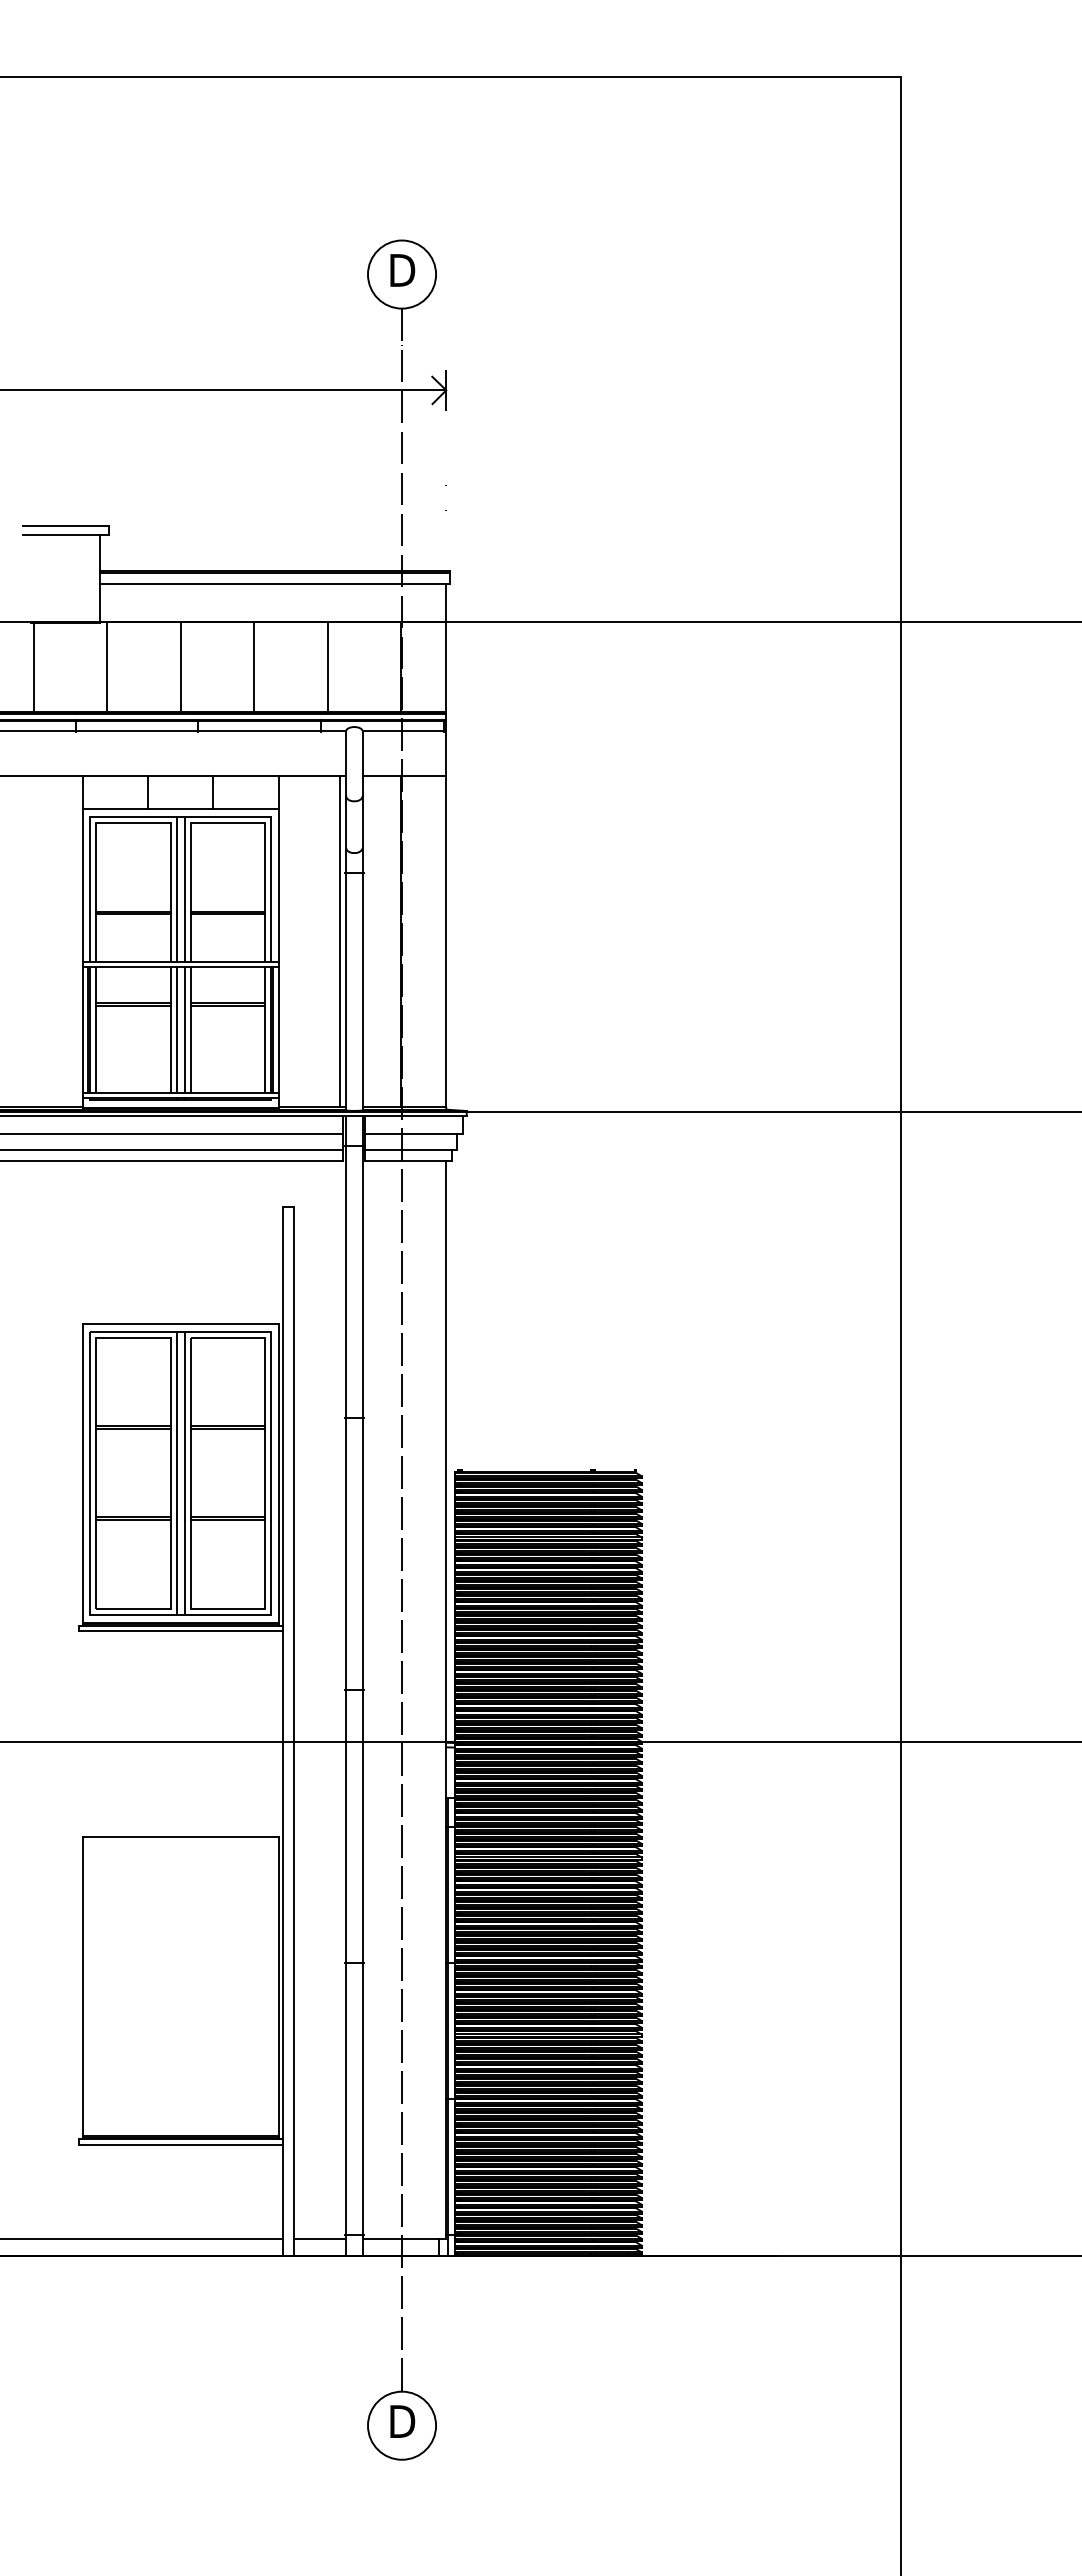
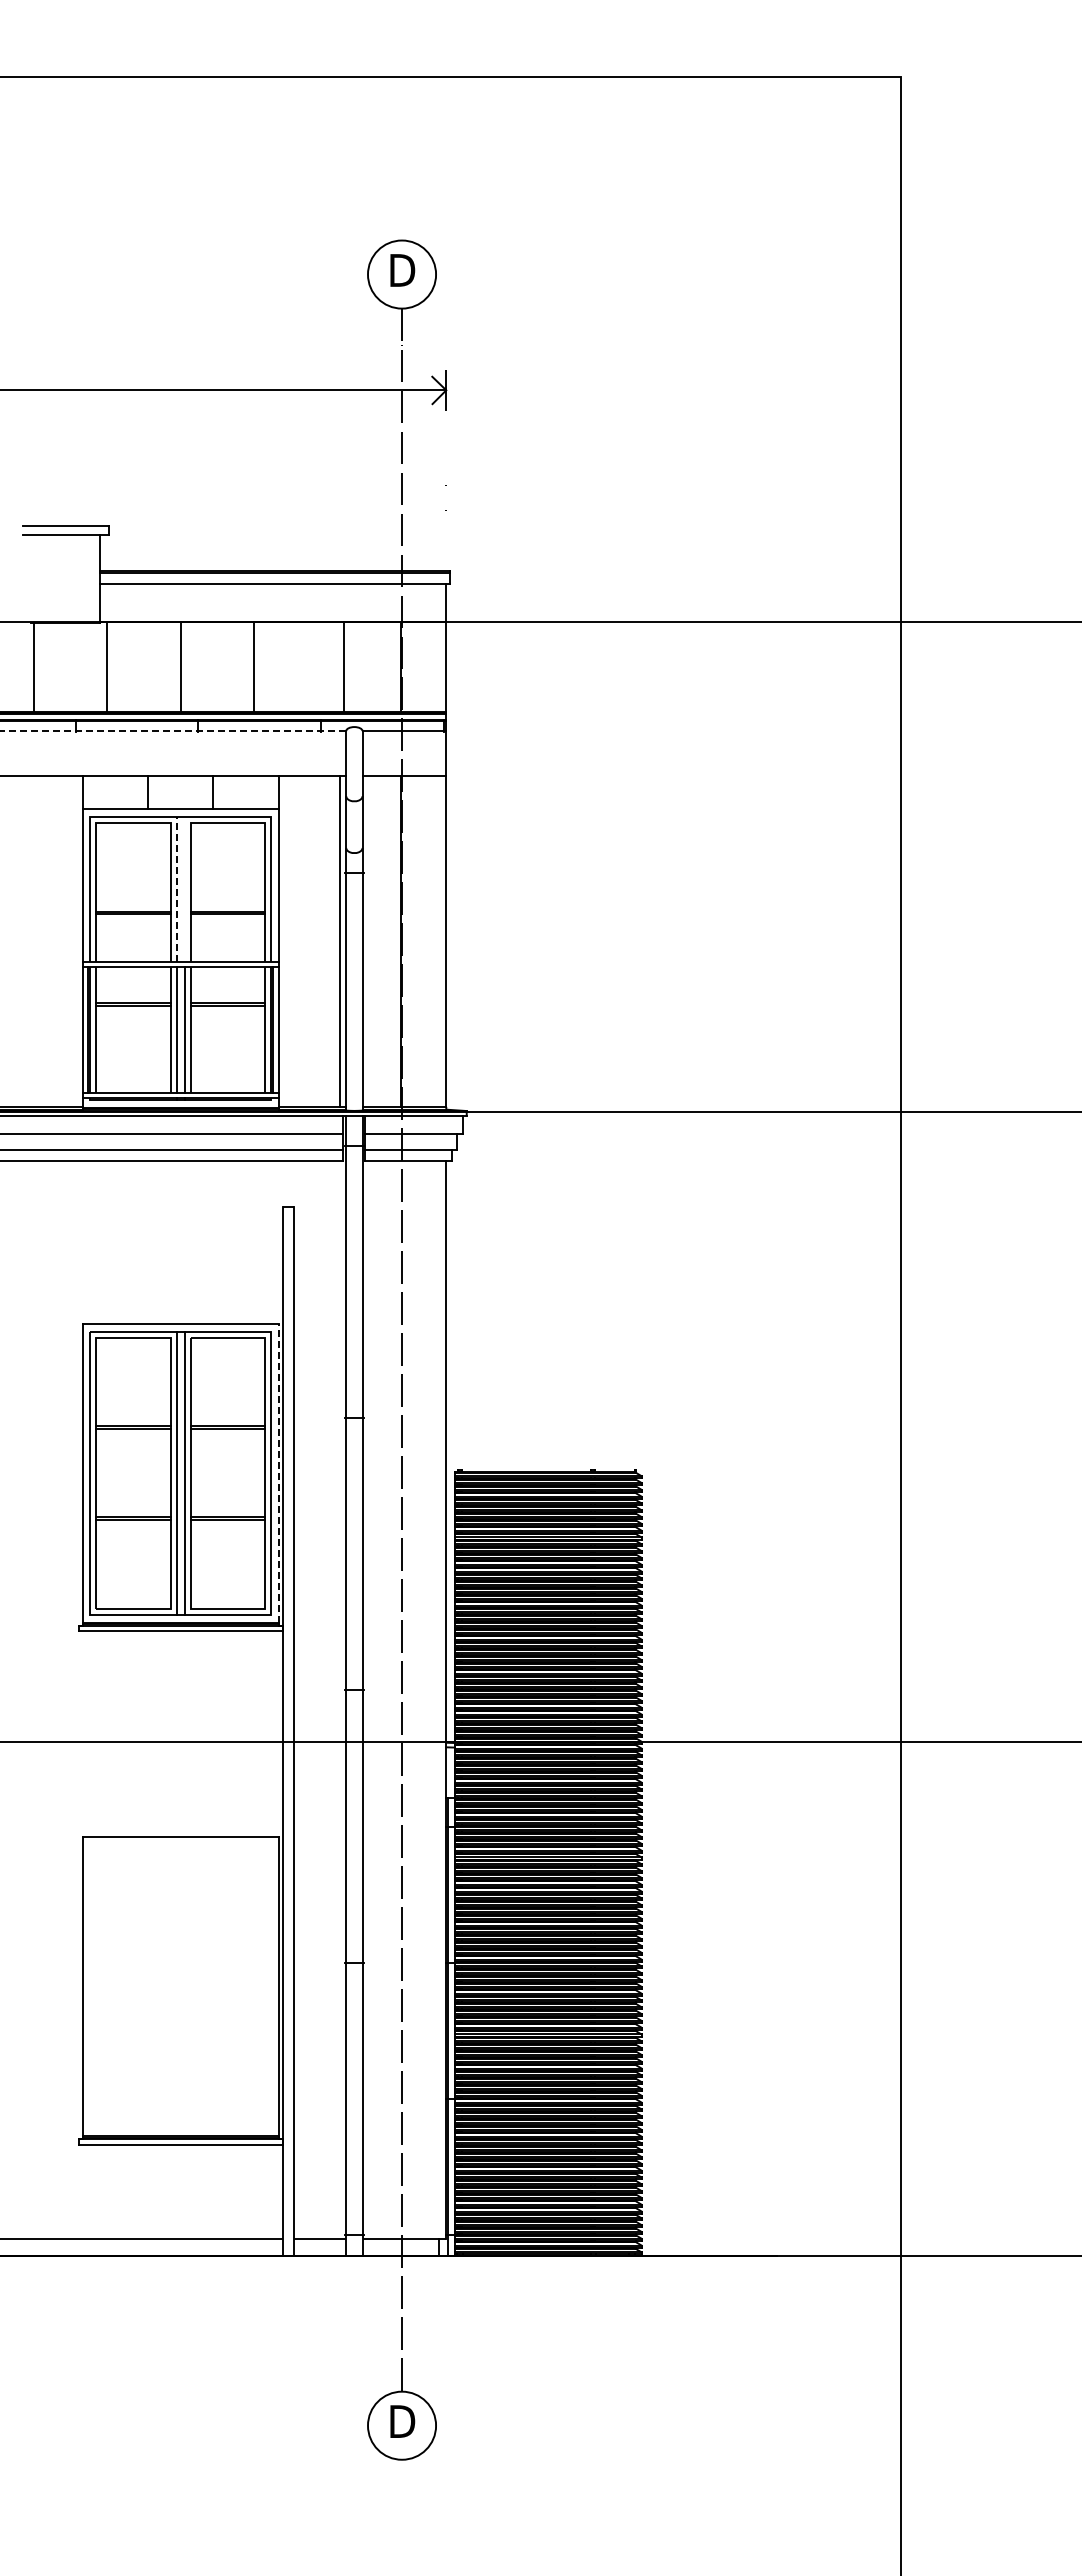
line at (327, 666) position: (327, 666) -> (343, 666)
line at (173, 731): solid -> dashed
line at (184, 888): present -> none
line at (177, 889): solid -> dashed
line at (278, 1473): solid -> dashed
